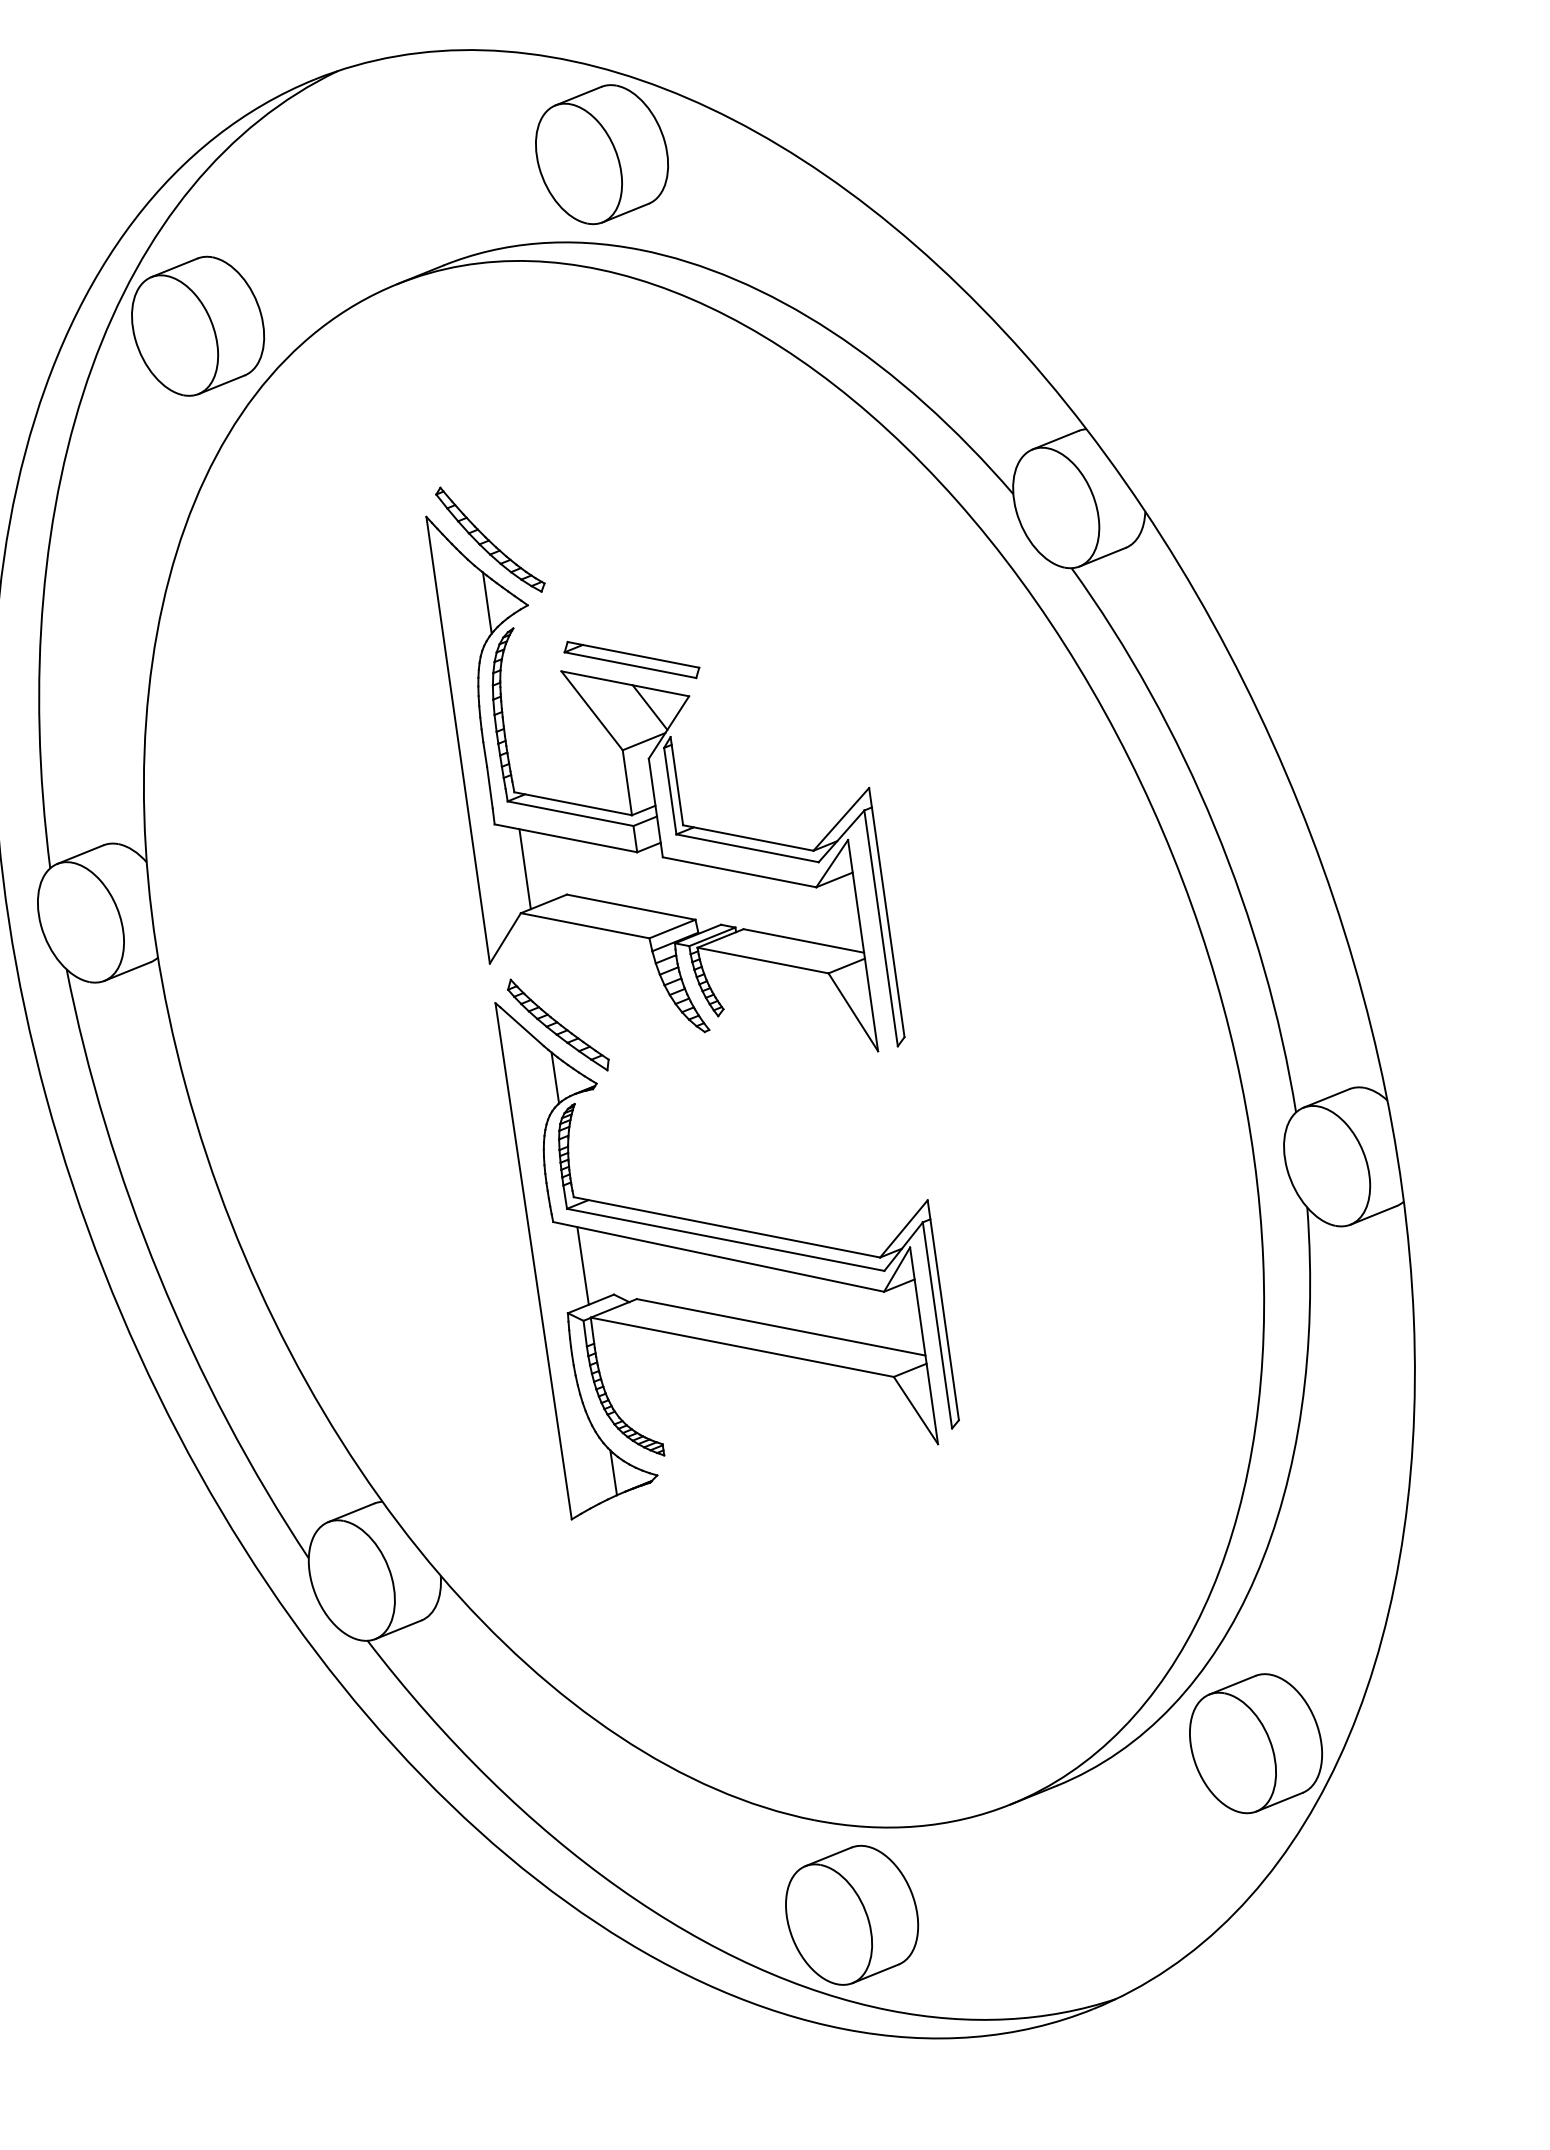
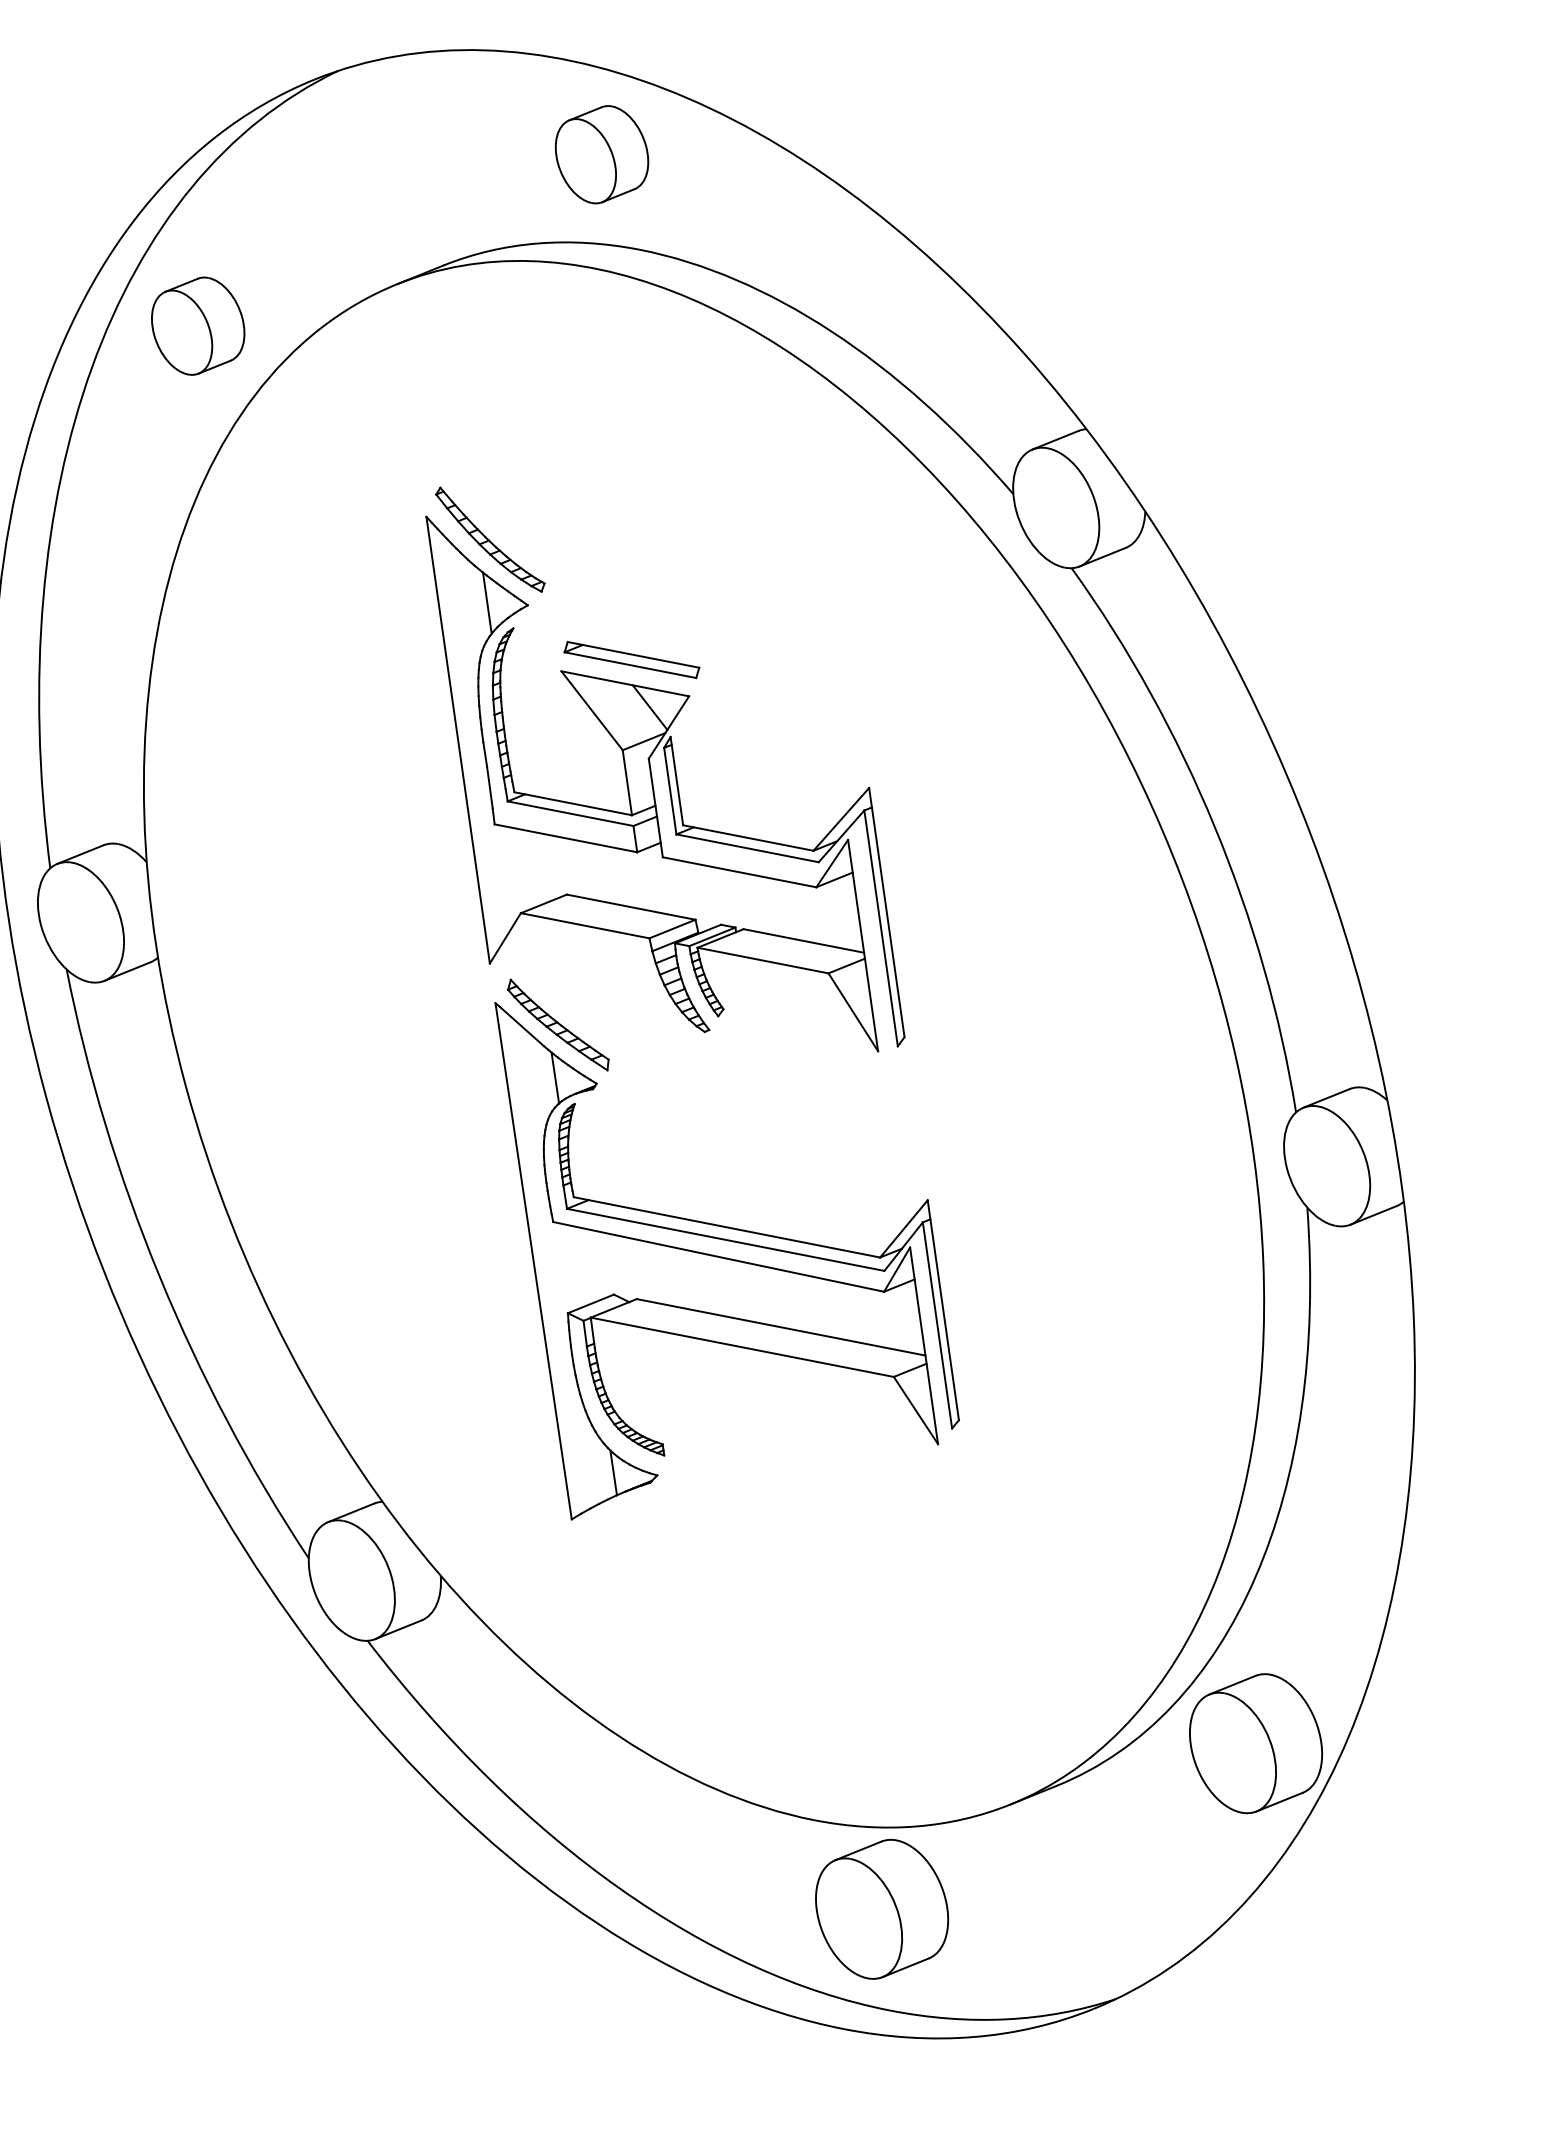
part at (601, 154) size: 134x142 px -> 96x100 px
part at (198, 325) size: 135x142 px -> 95x100 px
line at (524, 869): present -> none
line at (582, 1265): present -> none
part at (852, 1914) position: (852, 1914) -> (882, 1908)
